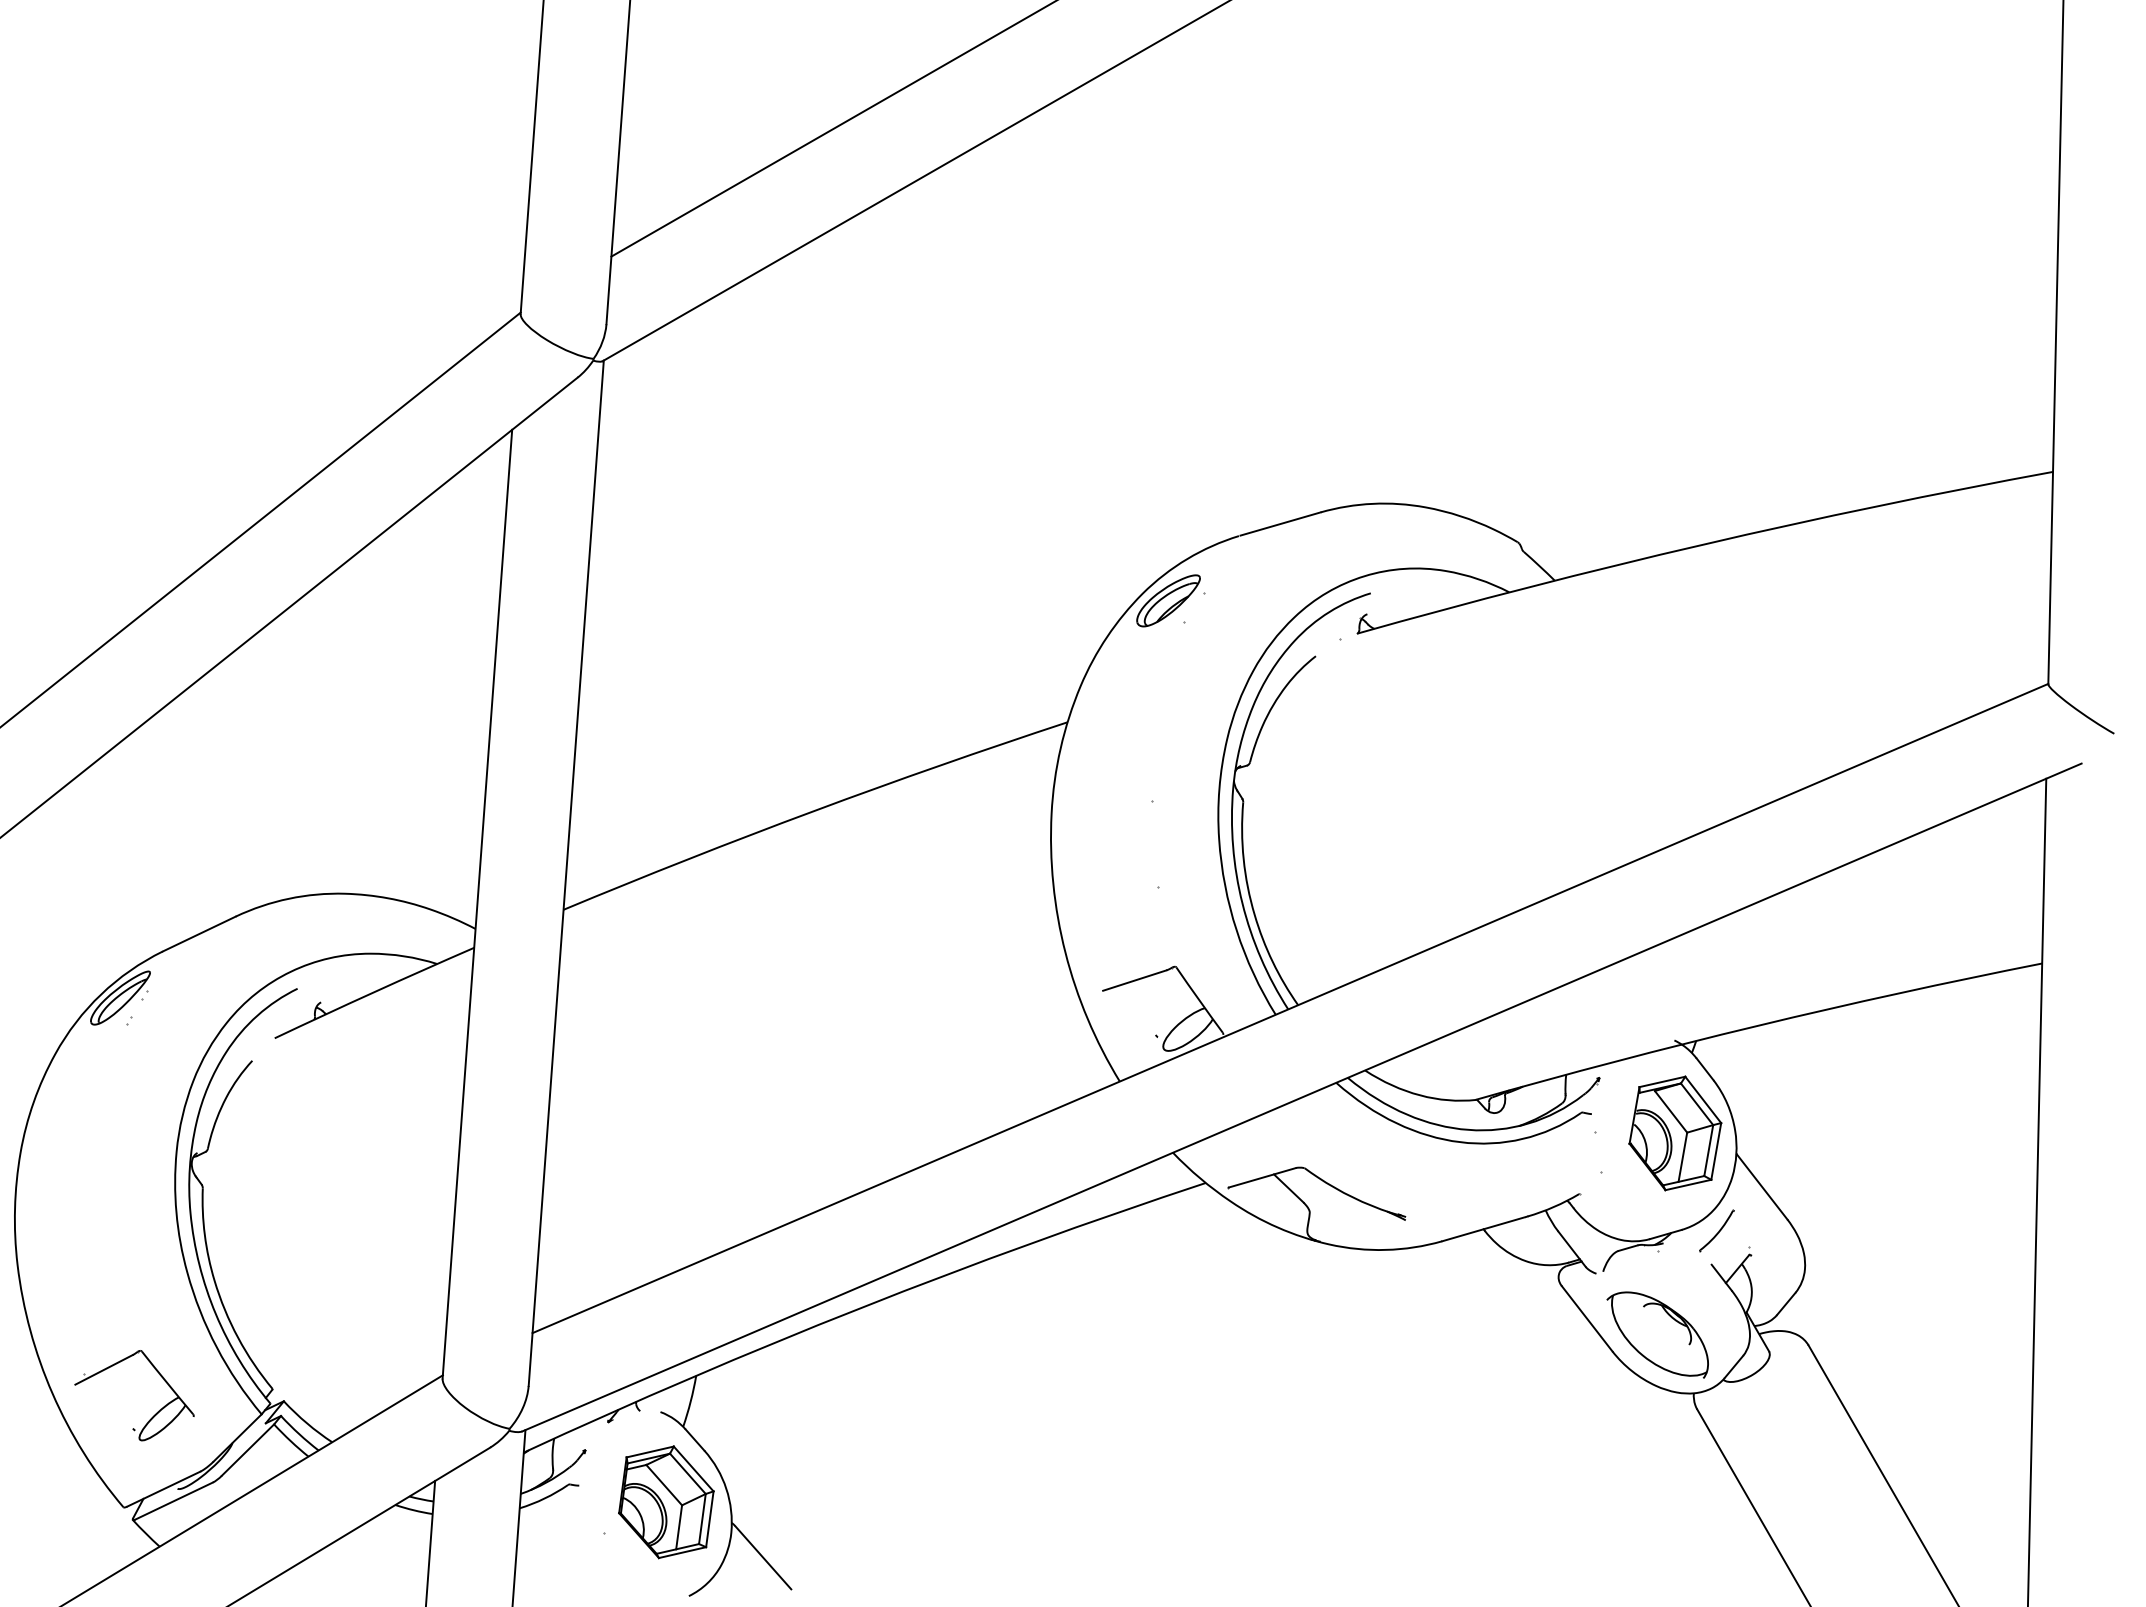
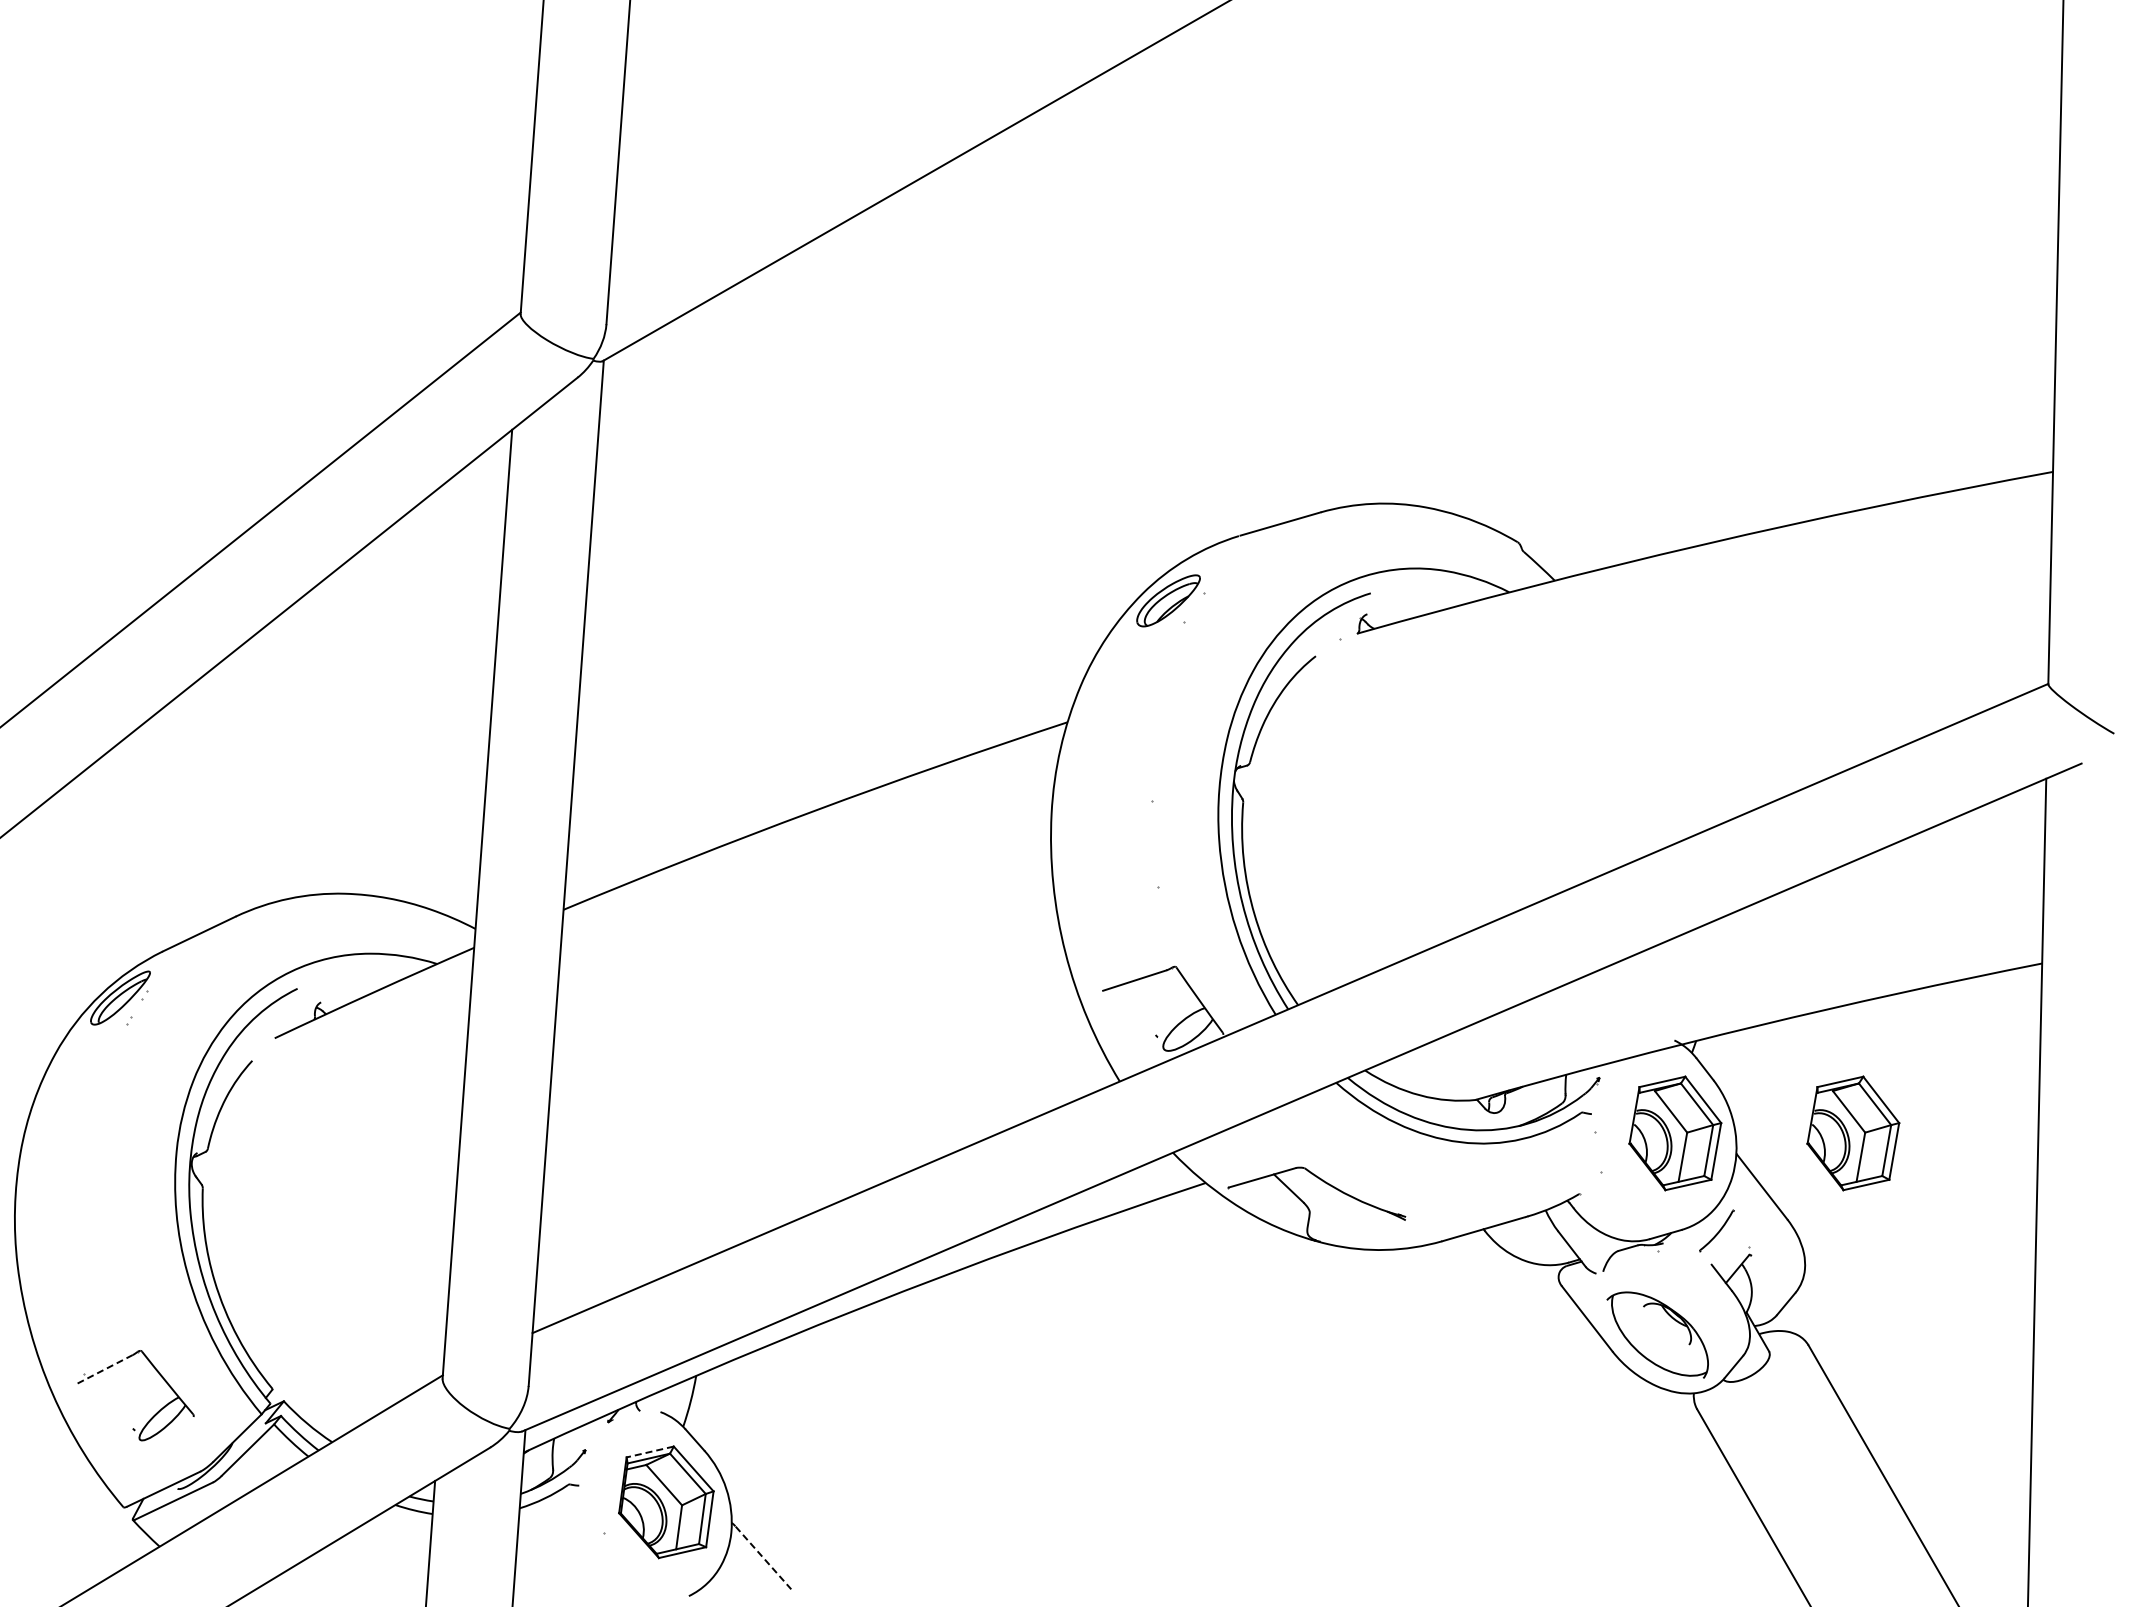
line at (832, 129): present -> none
part at (1853, 1133): none -> present
line at (103, 1370): solid -> dashed
line at (649, 1452): solid -> dashed
line at (763, 1557): solid -> dashed
